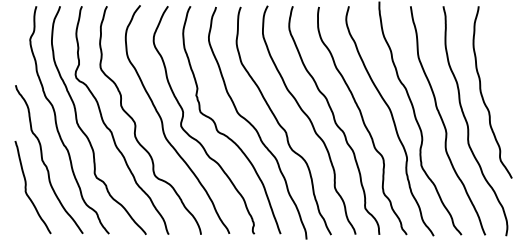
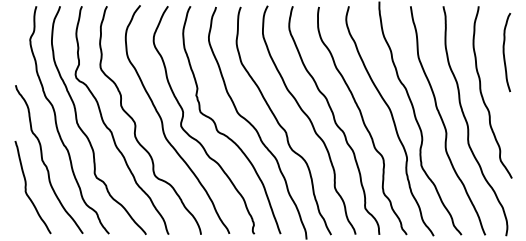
curve at (504, 52): none -> present
